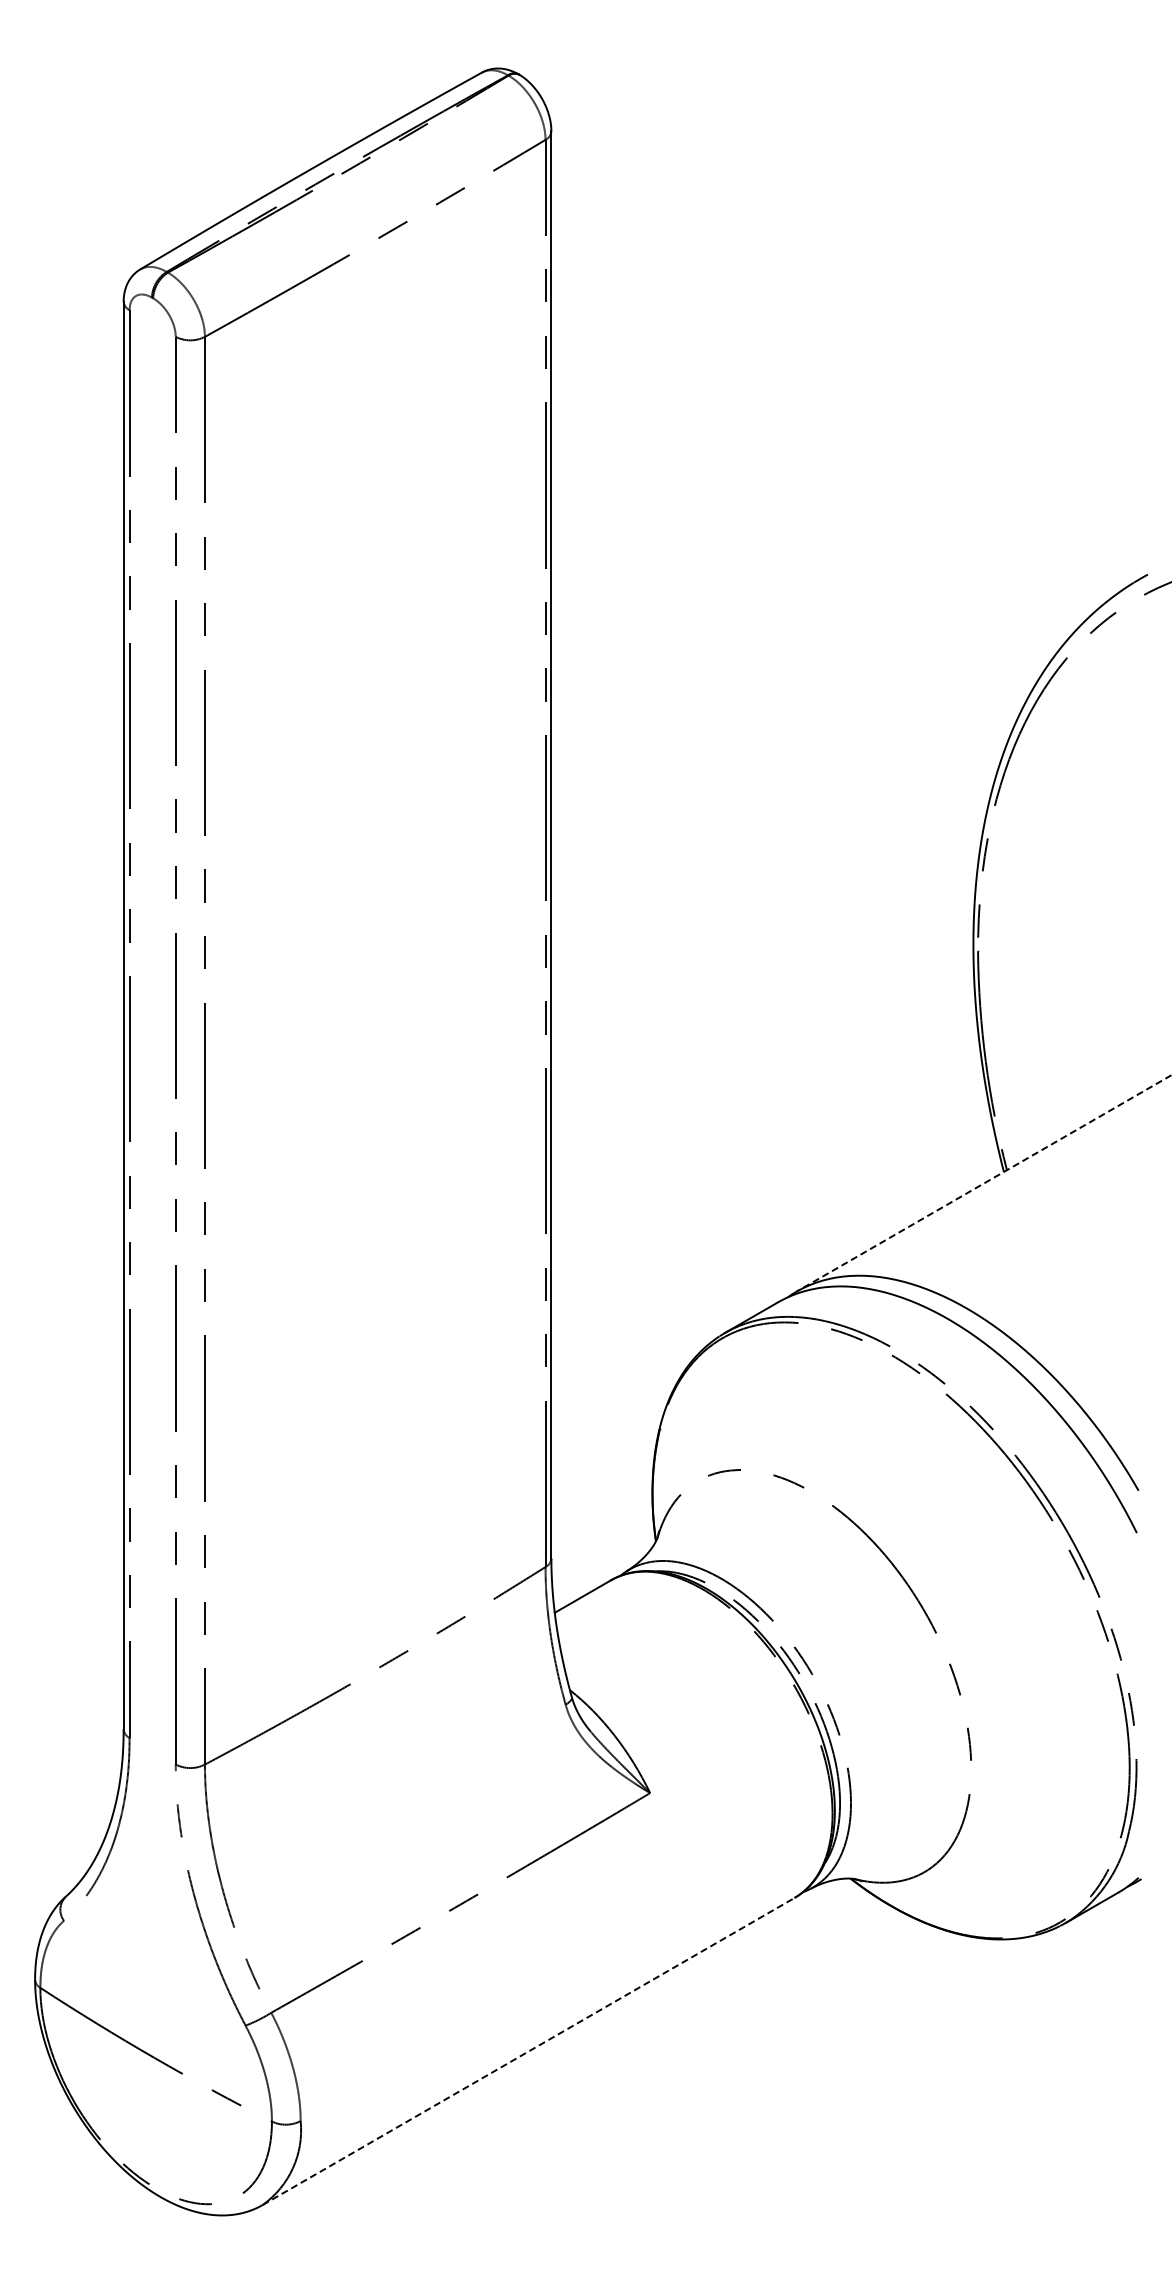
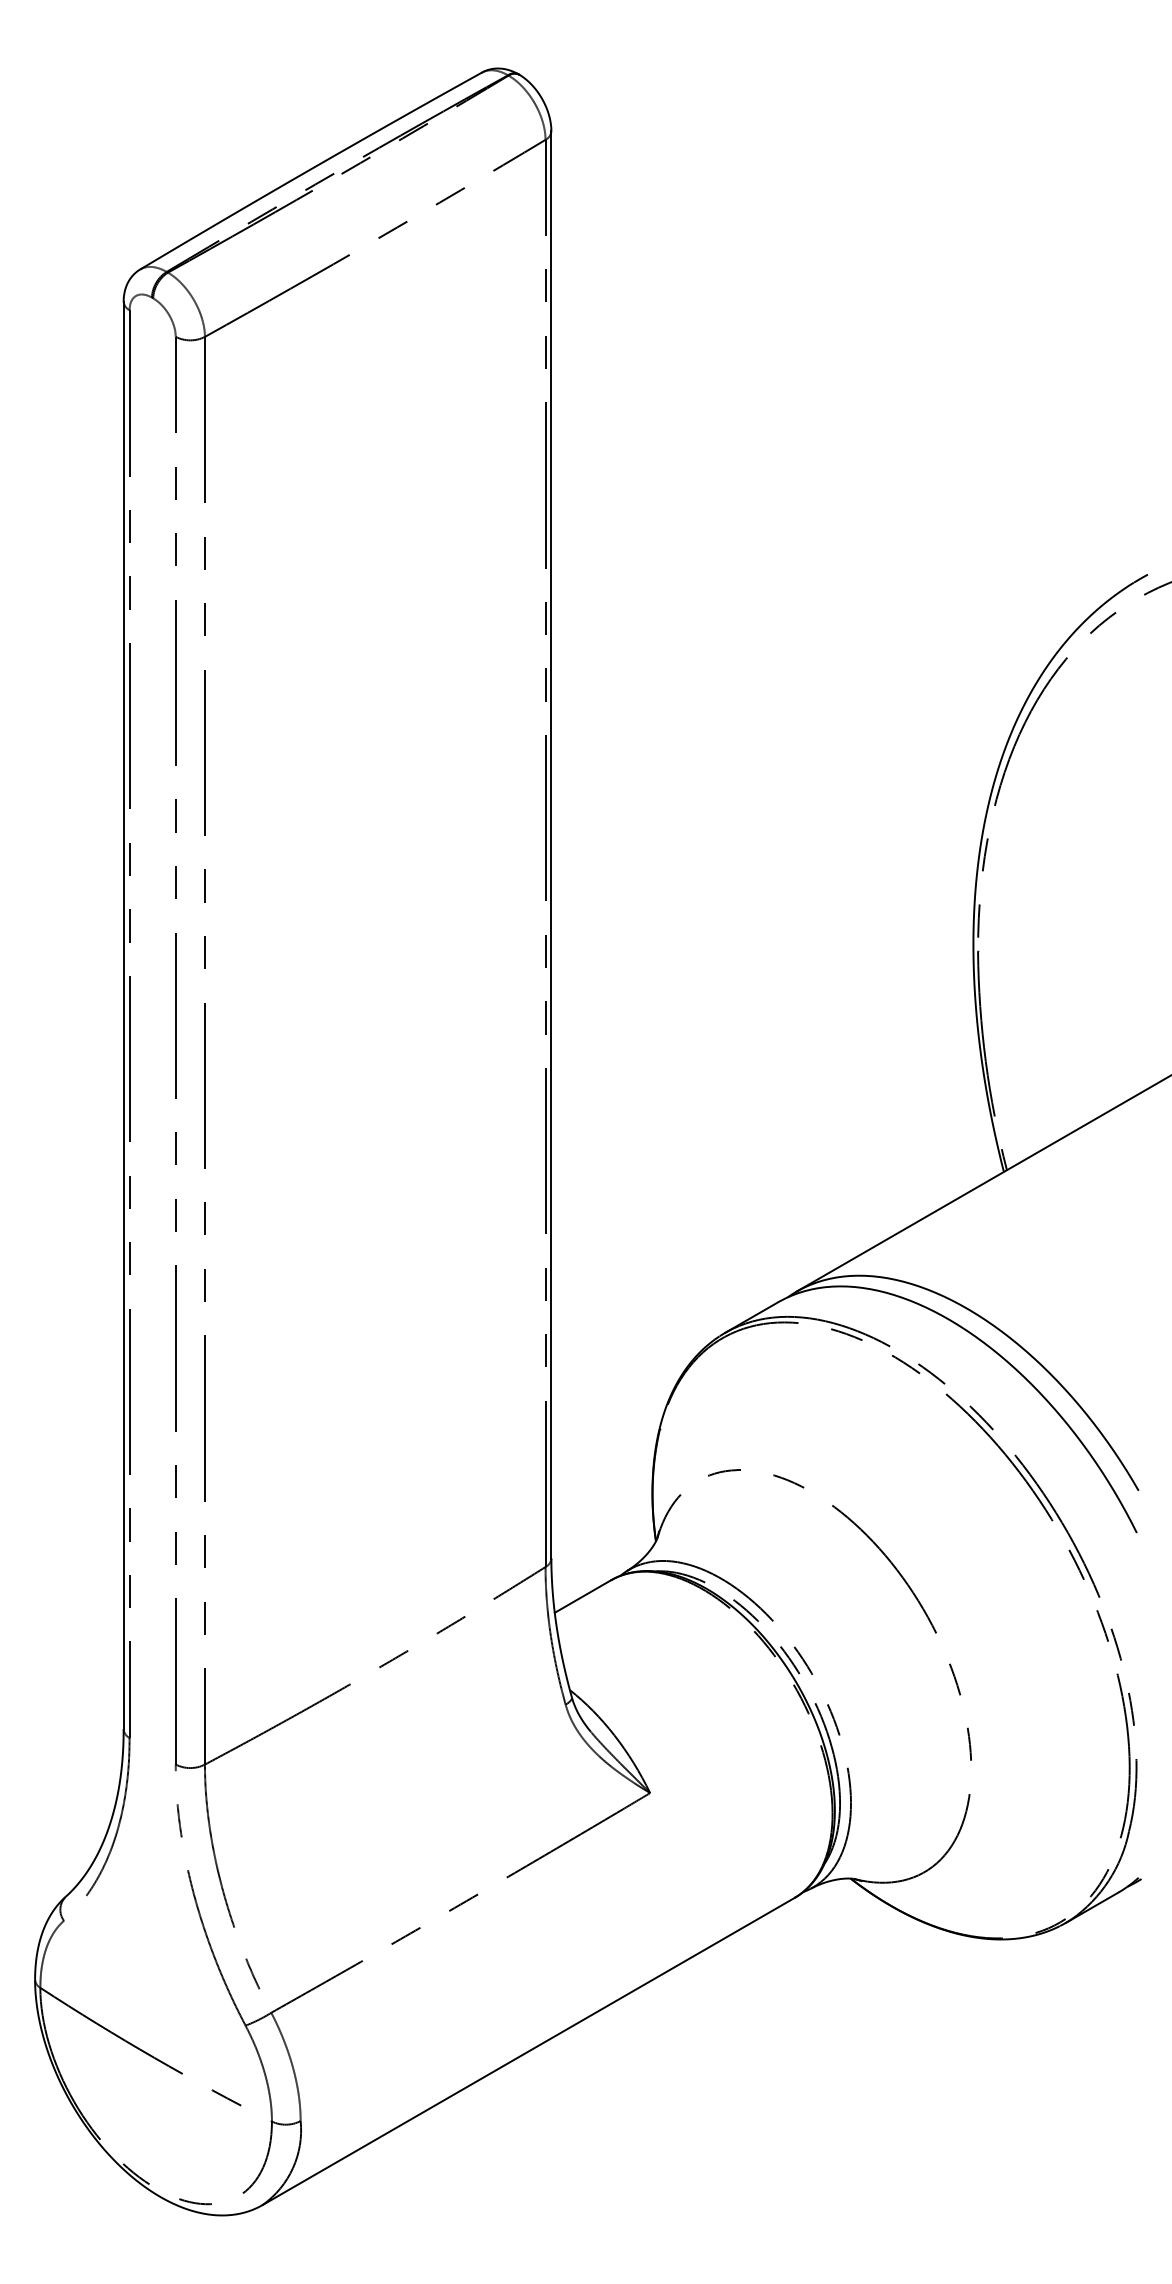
line at (983, 1183): dashed -> solid
line at (529, 2051): dashed -> solid
